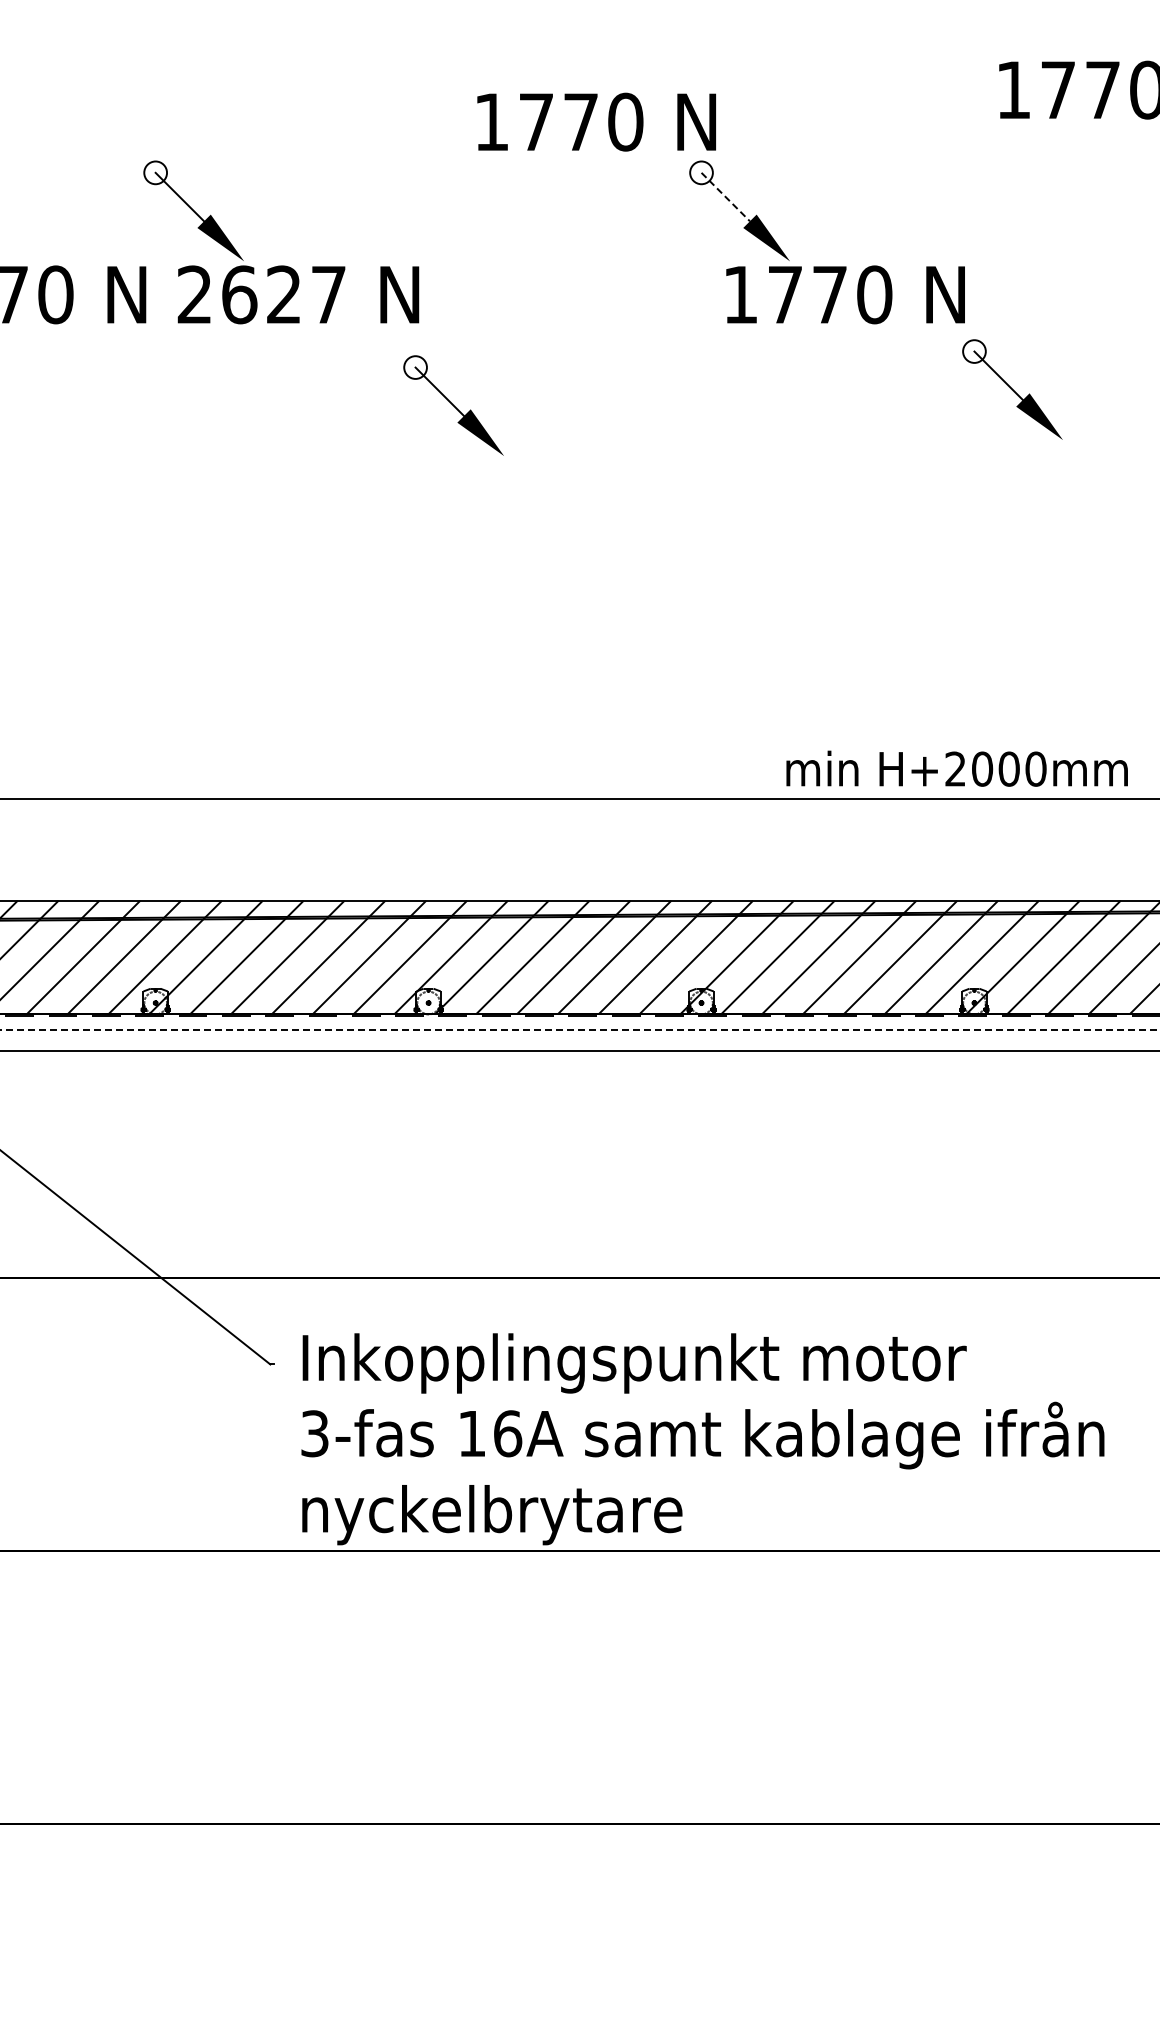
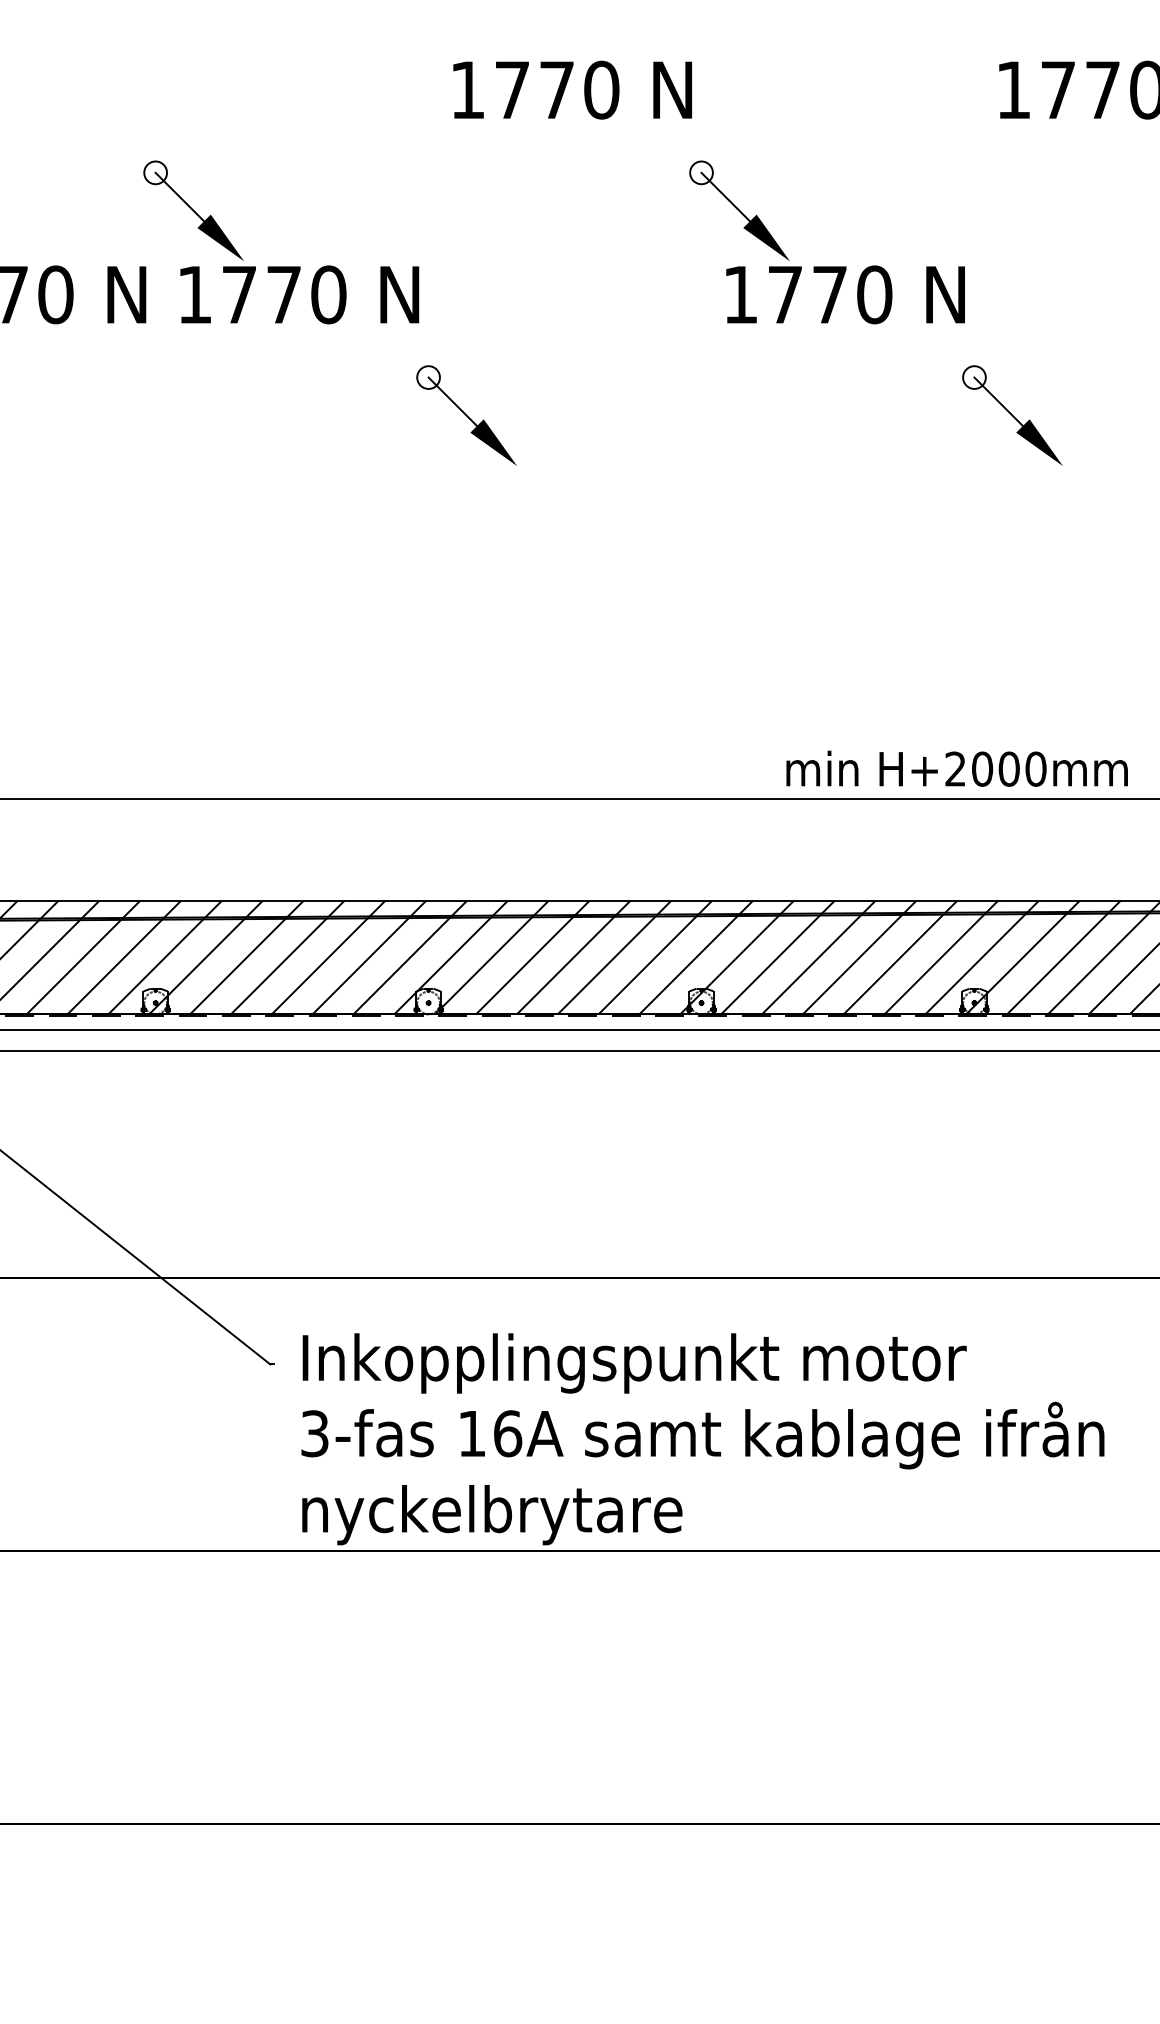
text at (596, 121) position: (596, 121) -> (572, 89)
line at (726, 197): dashed -> solid
text at (261, 294): 2627 -> 1770
part at (1012, 389) position: (1012, 389) -> (1012, 415)
part at (453, 405) position: (453, 405) -> (466, 415)
line at (580, 1030): dashed -> solid
